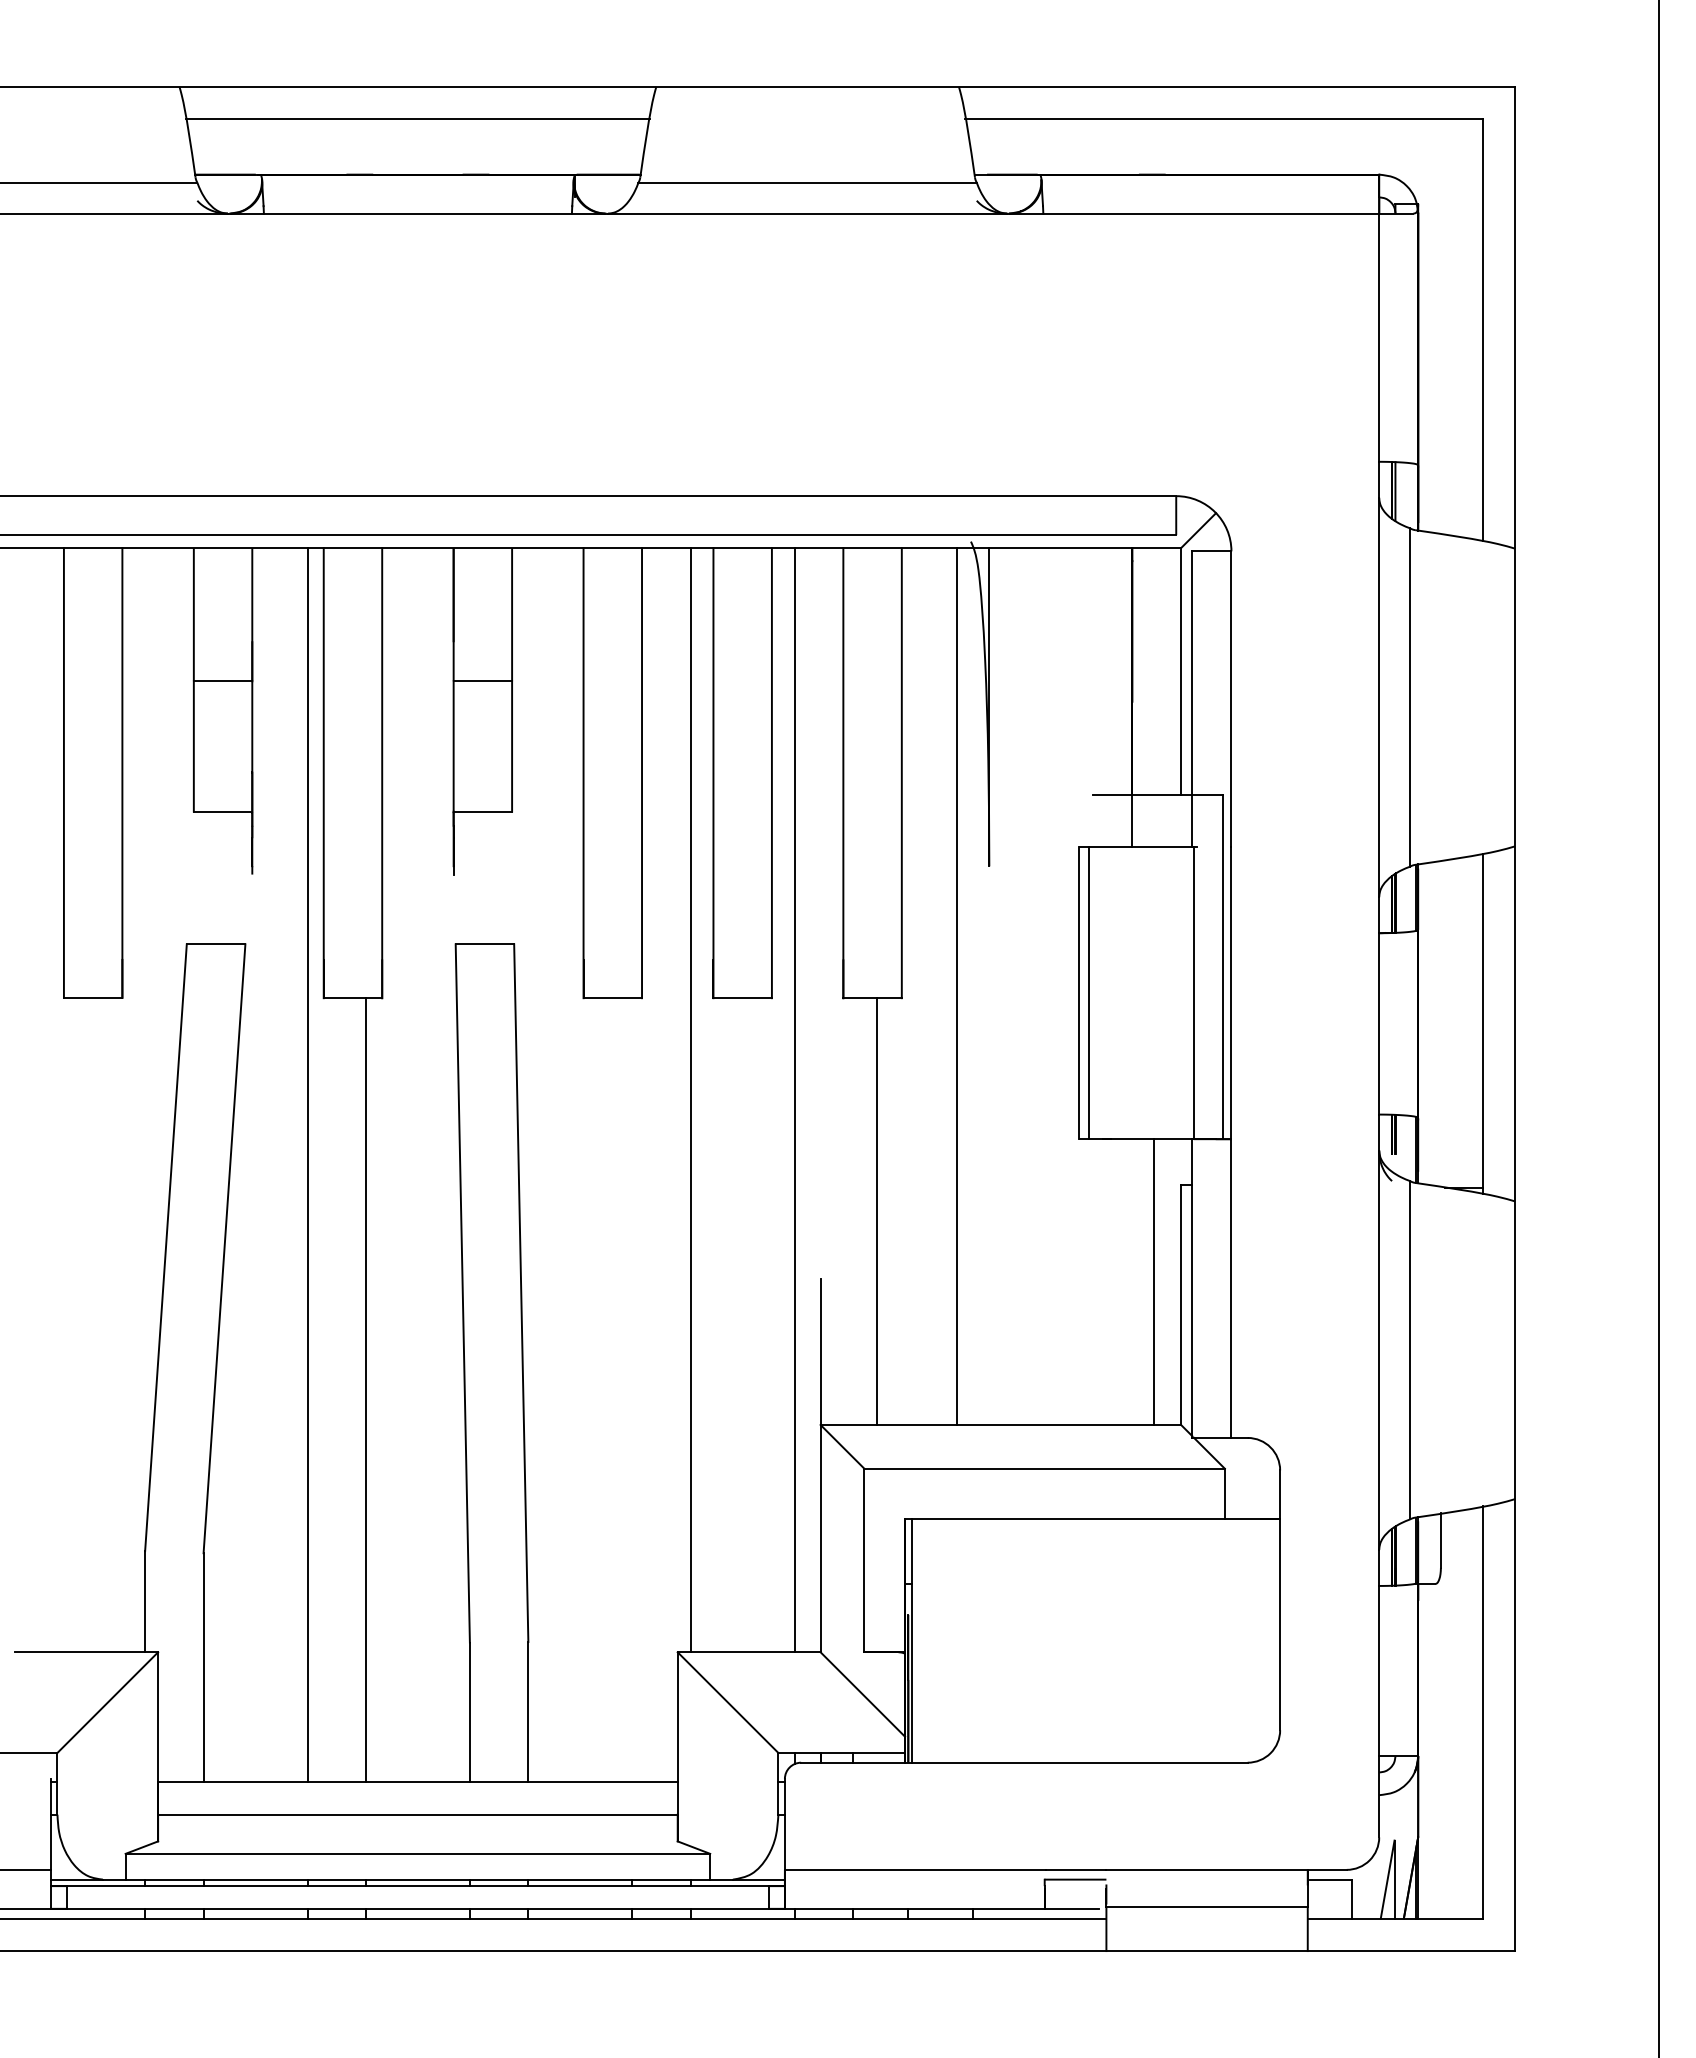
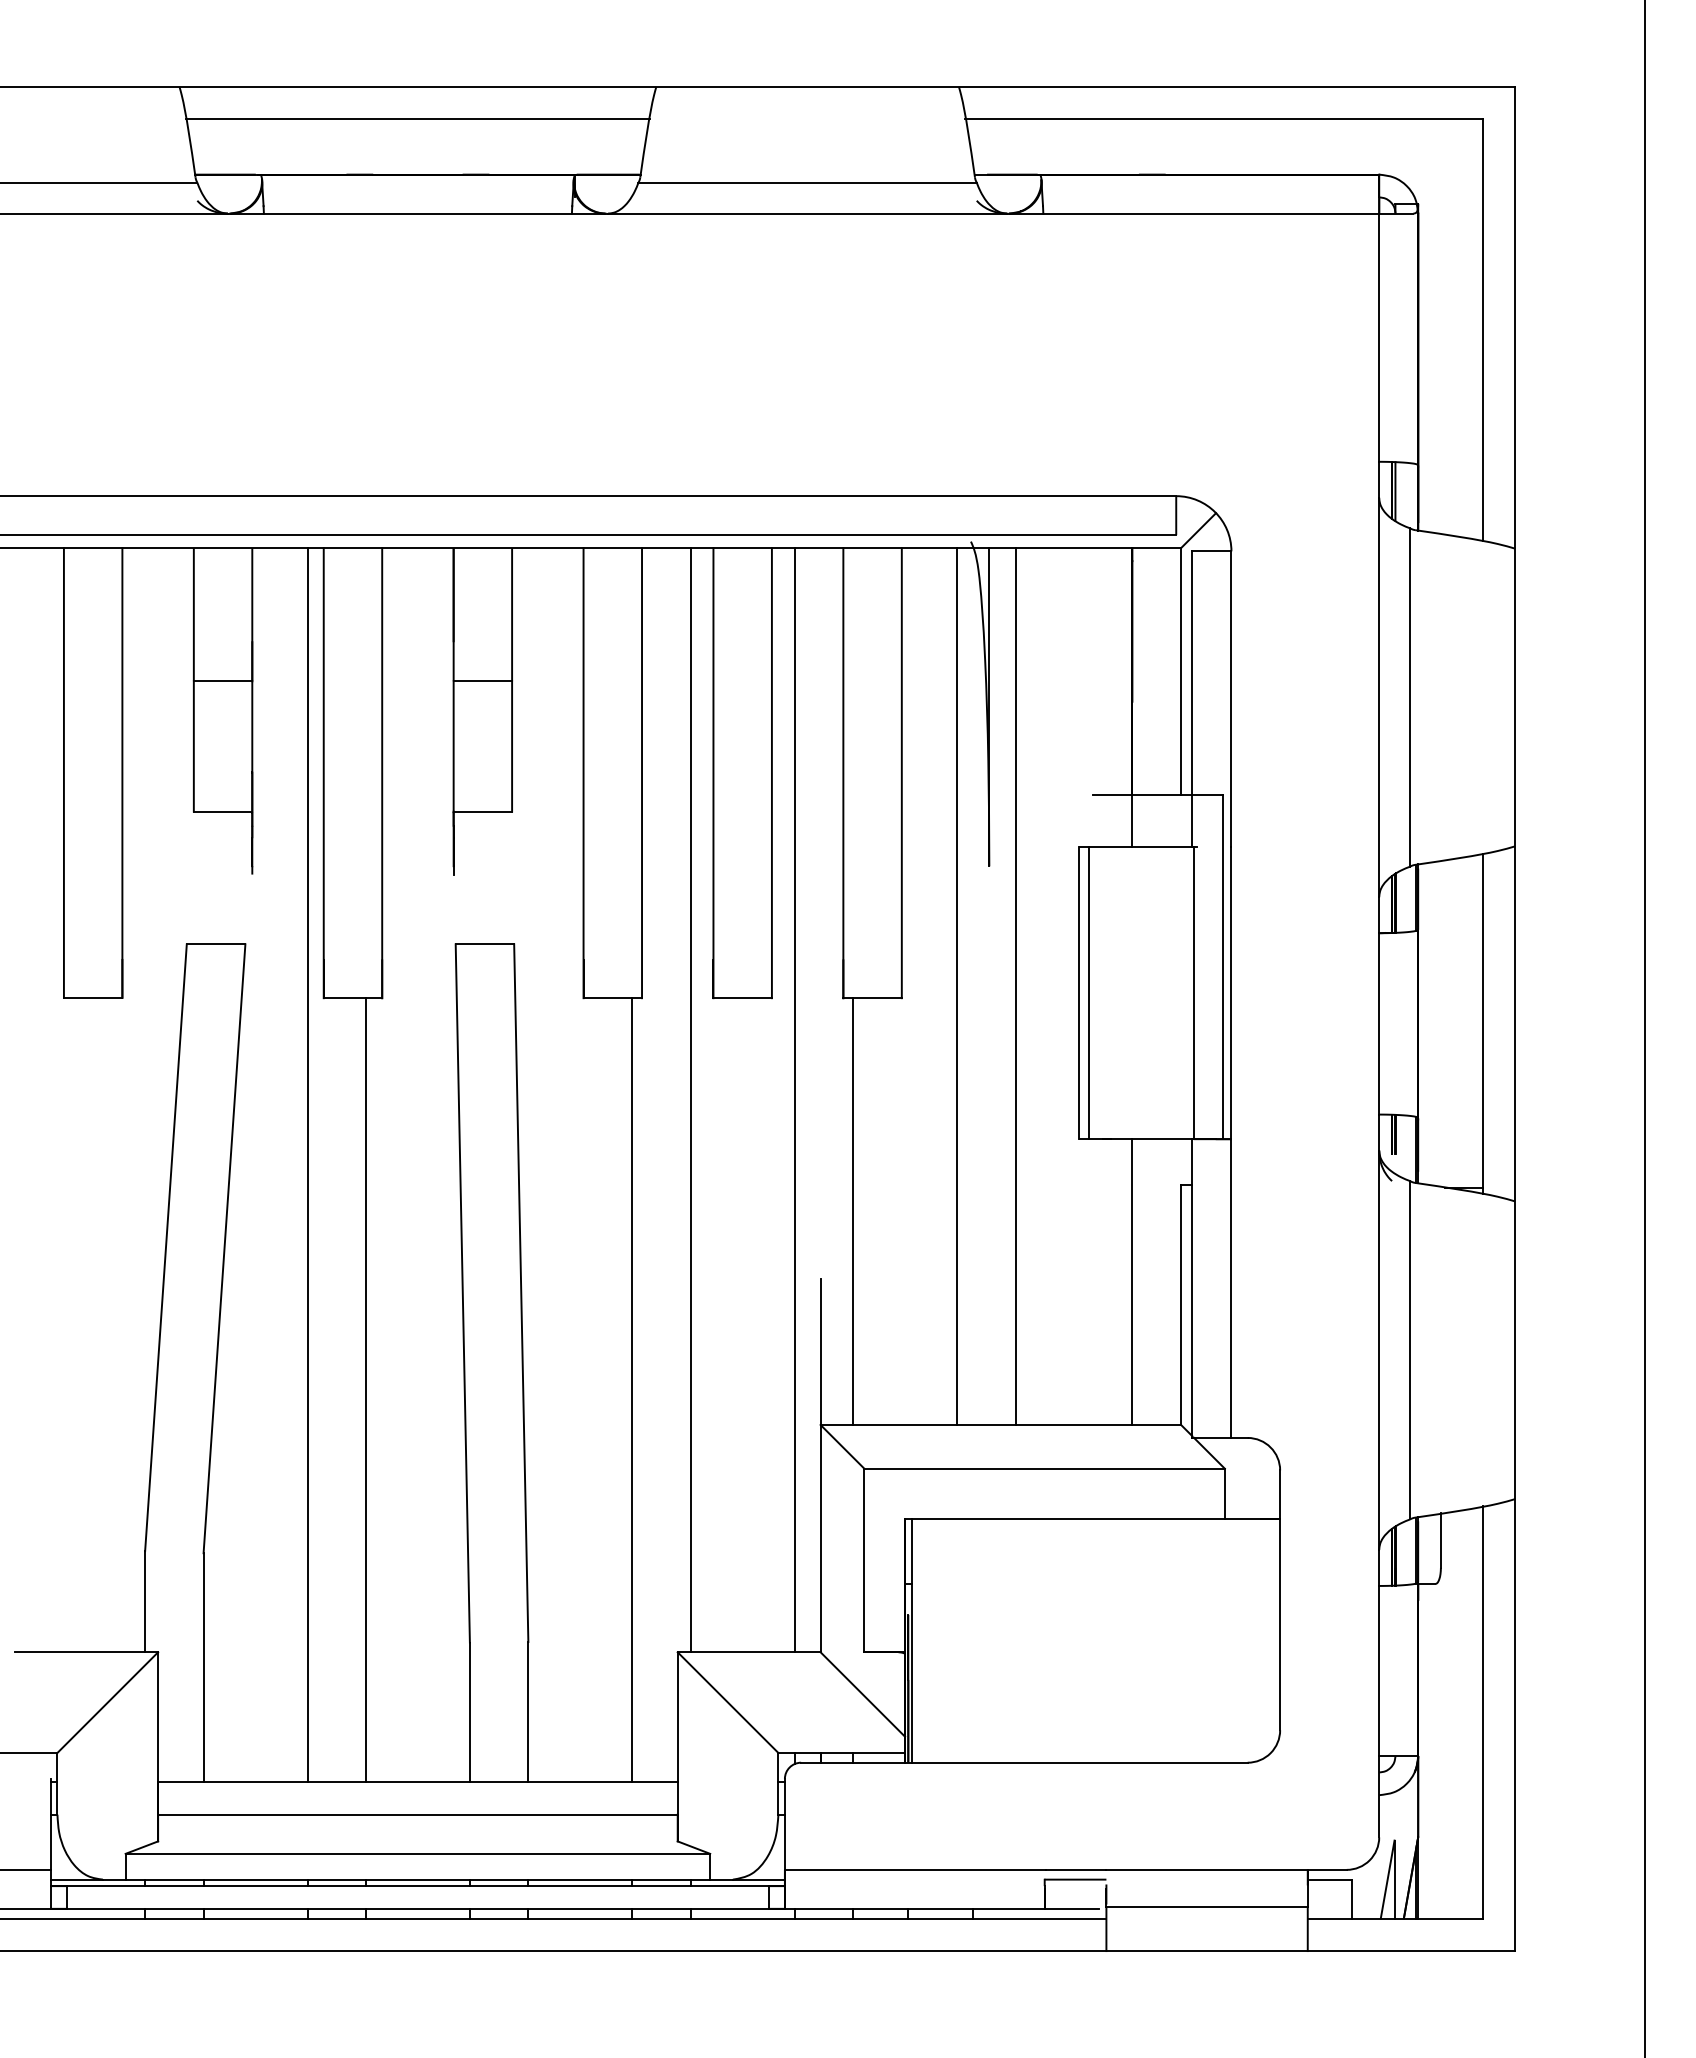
line at (1015, 986): none -> present
line at (1659, 1028) position: (1659, 1028) -> (1645, 1028)
line at (877, 1211) position: (877, 1211) -> (853, 1211)
line at (1154, 1281) position: (1154, 1281) -> (1132, 1281)
line at (632, 1390): none -> present
